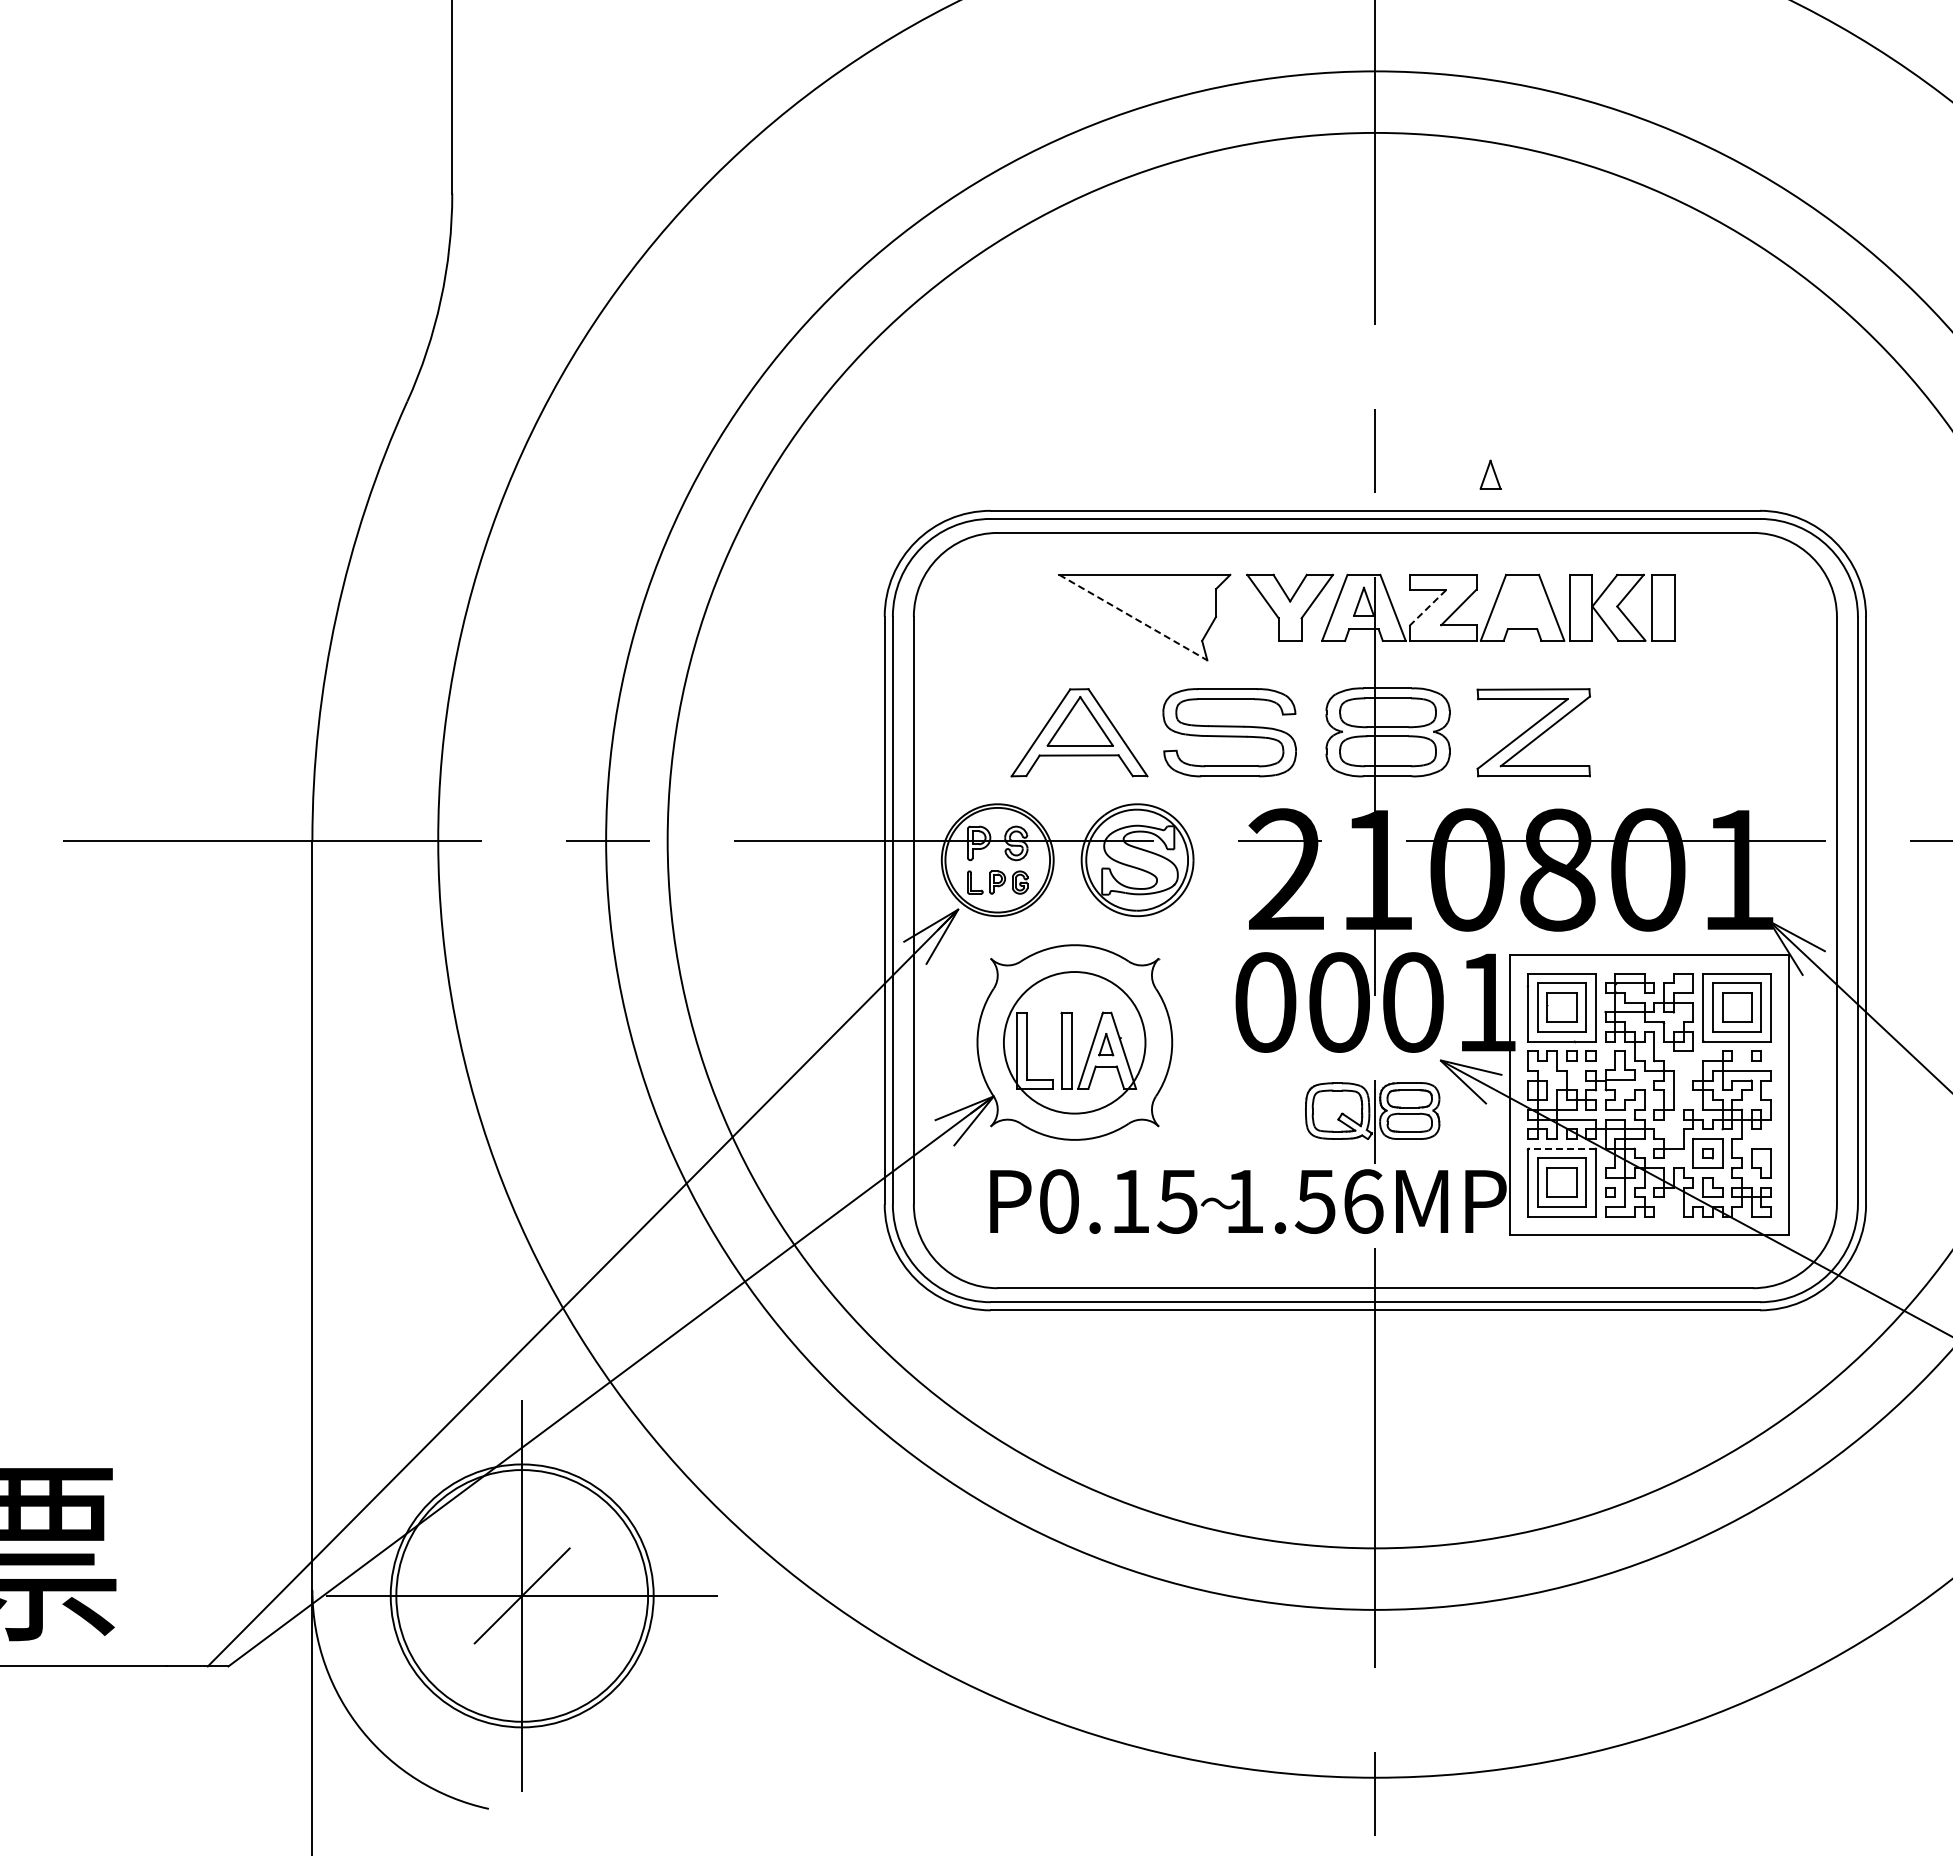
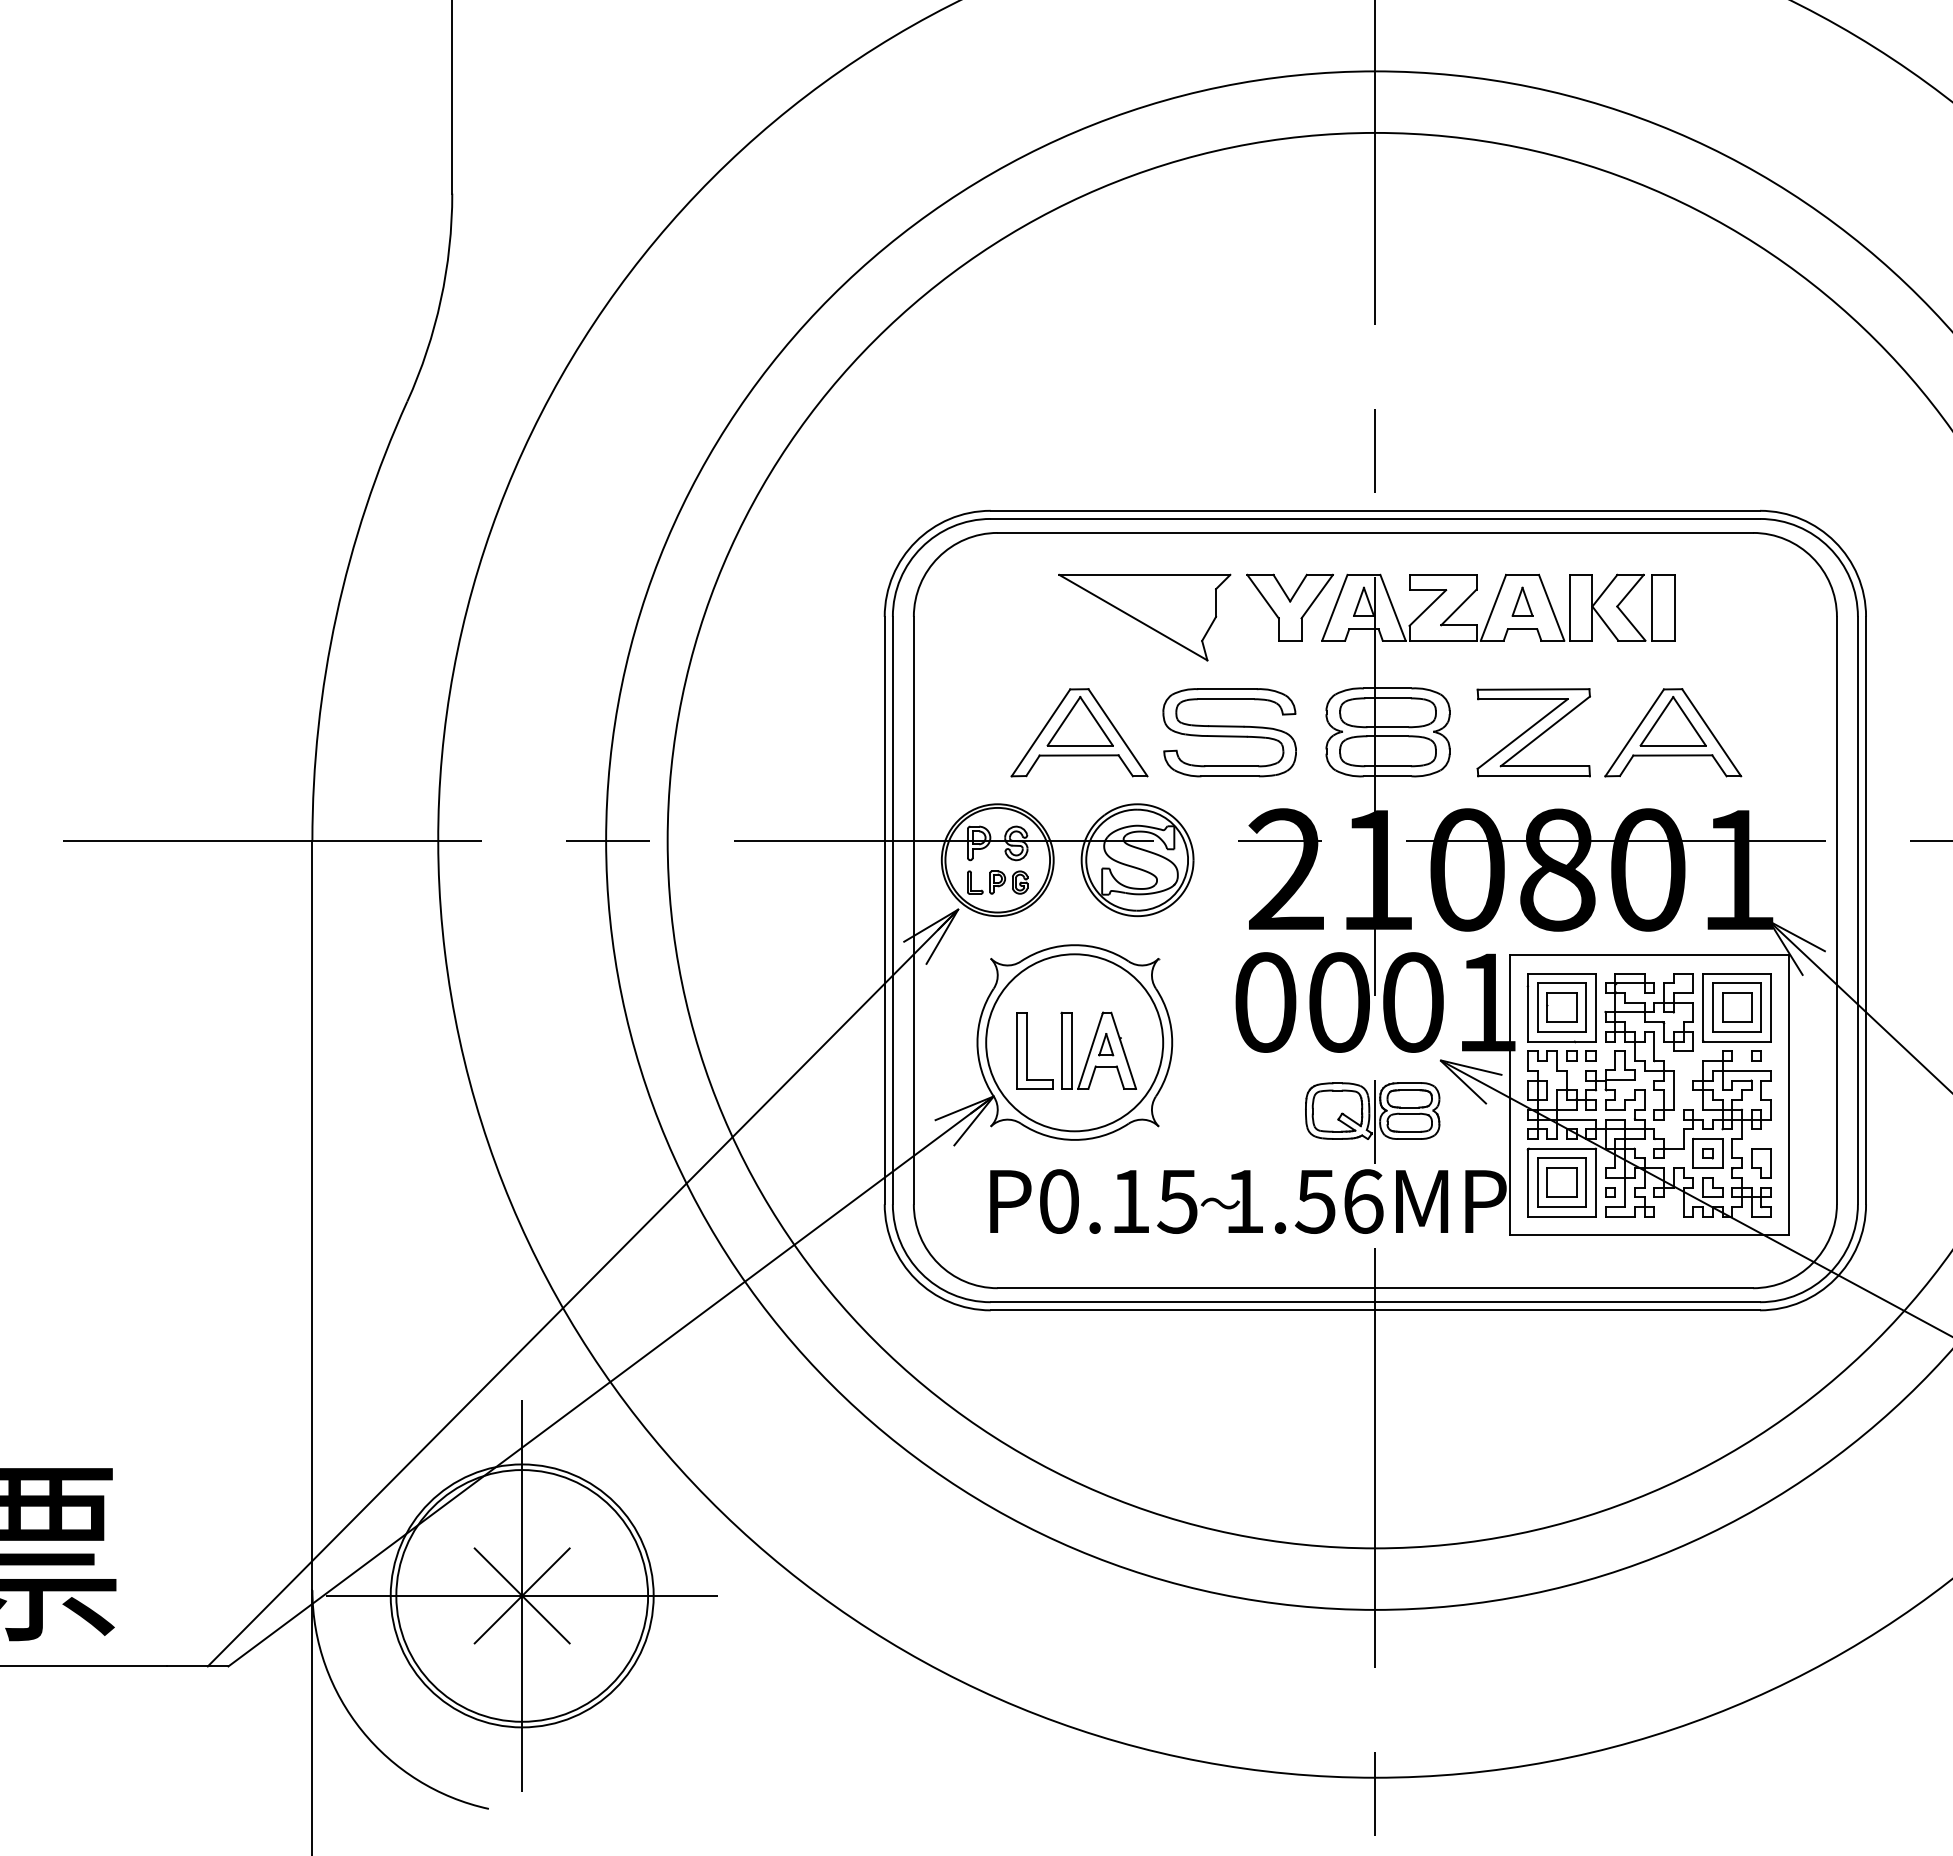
part at (1490, 474) position: (1490, 474) -> (1522, 601)
line at (1427, 608): dashed -> solid
line at (1133, 617): dashed -> solid
part at (1673, 732): none -> present
circle at (1074, 1042) diameter: 142 px -> 177 px
line at (1561, 1148): dashed -> solid
line at (521, 1595): none -> present
